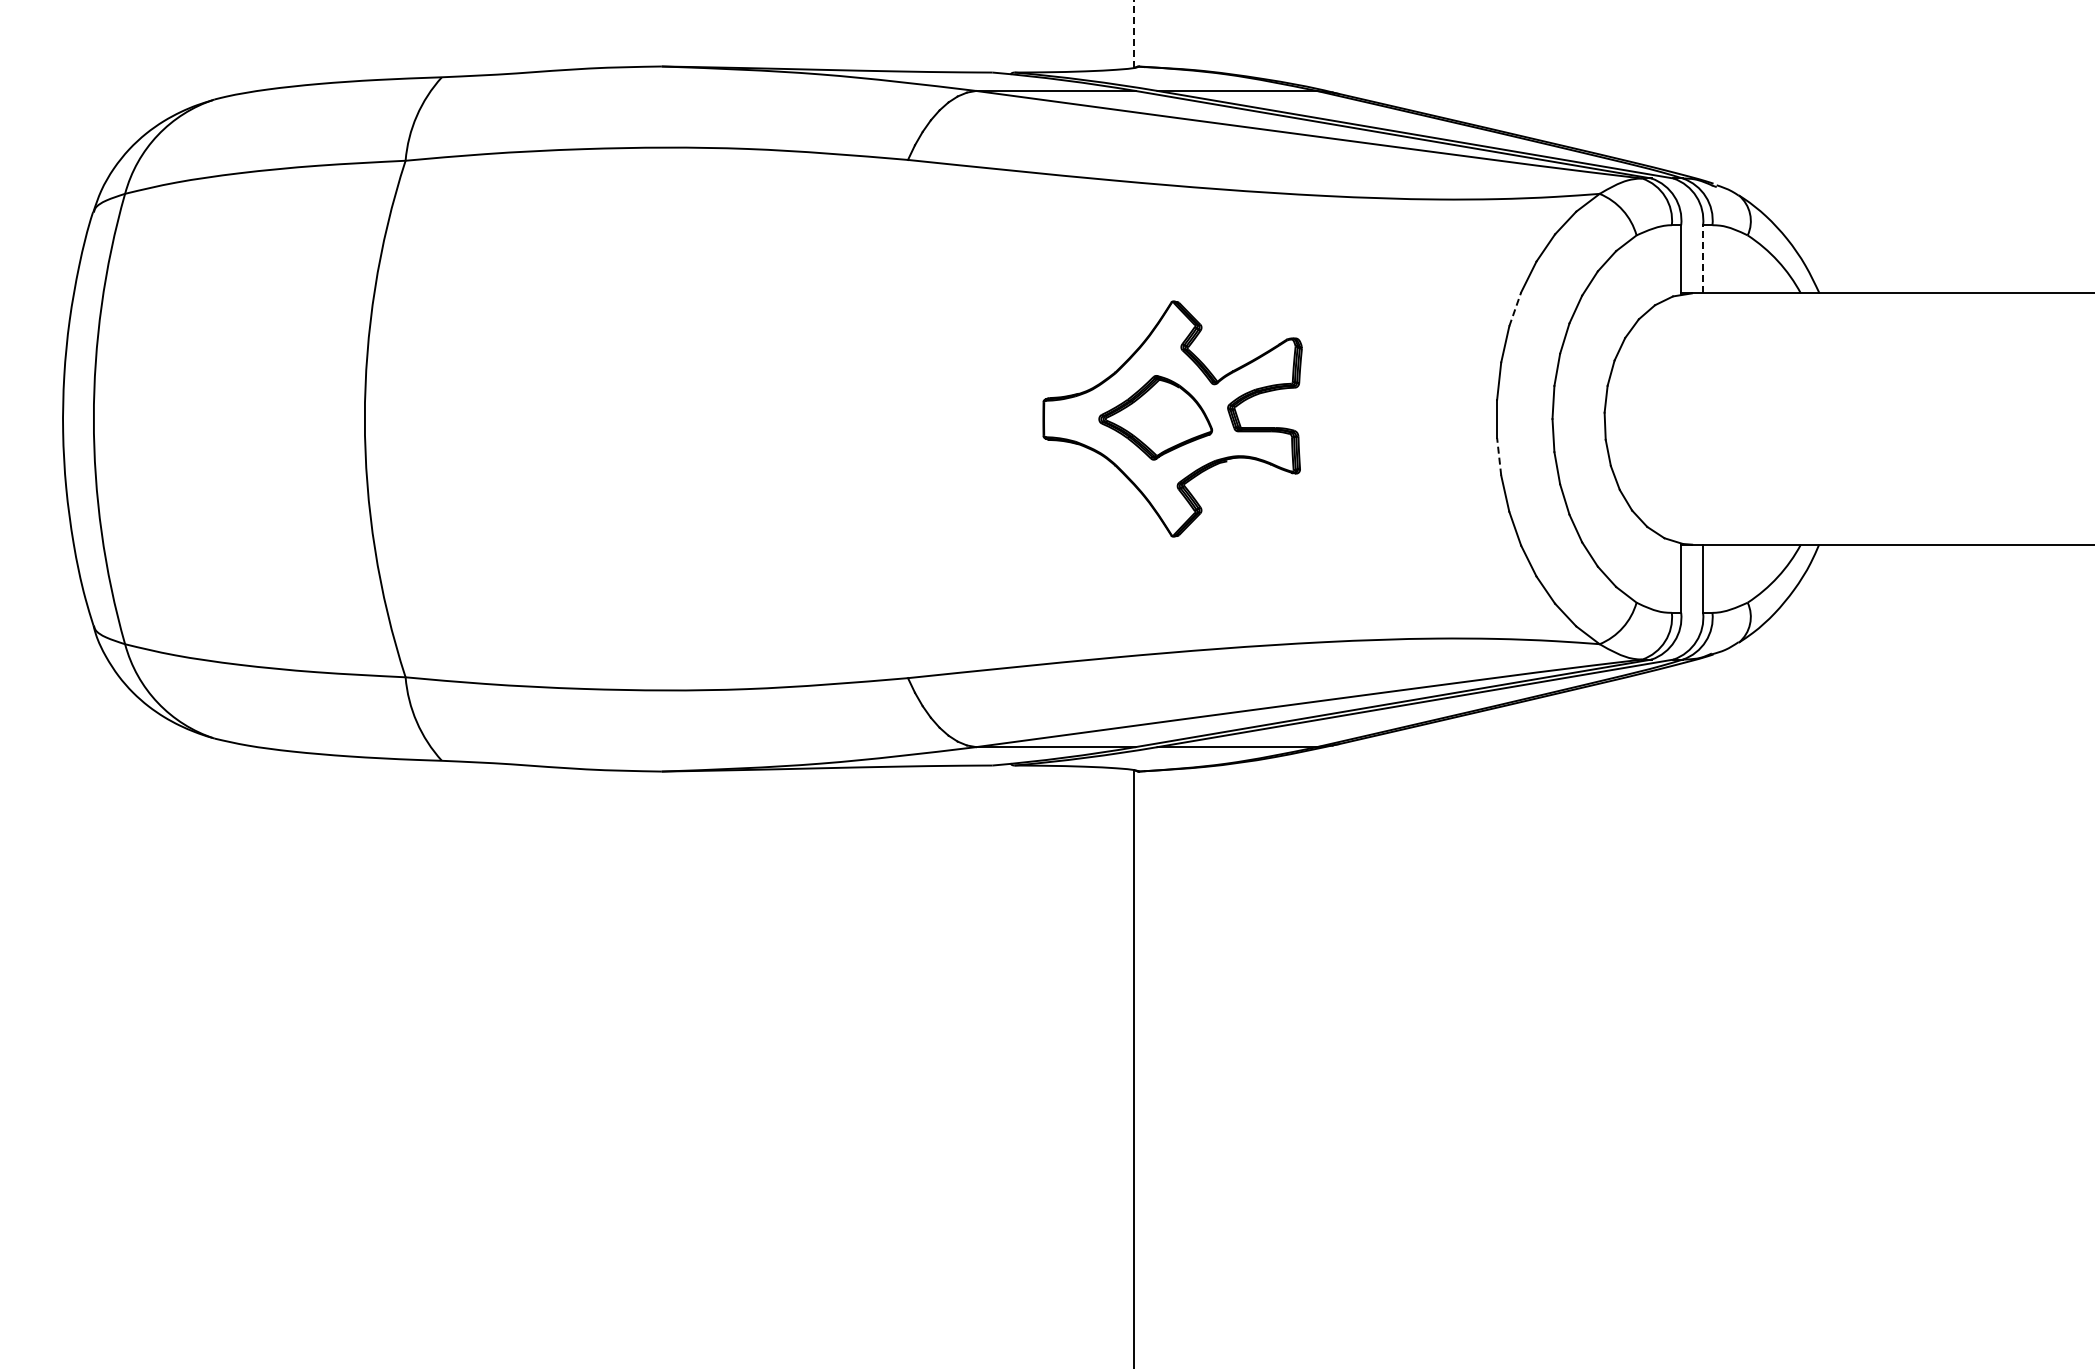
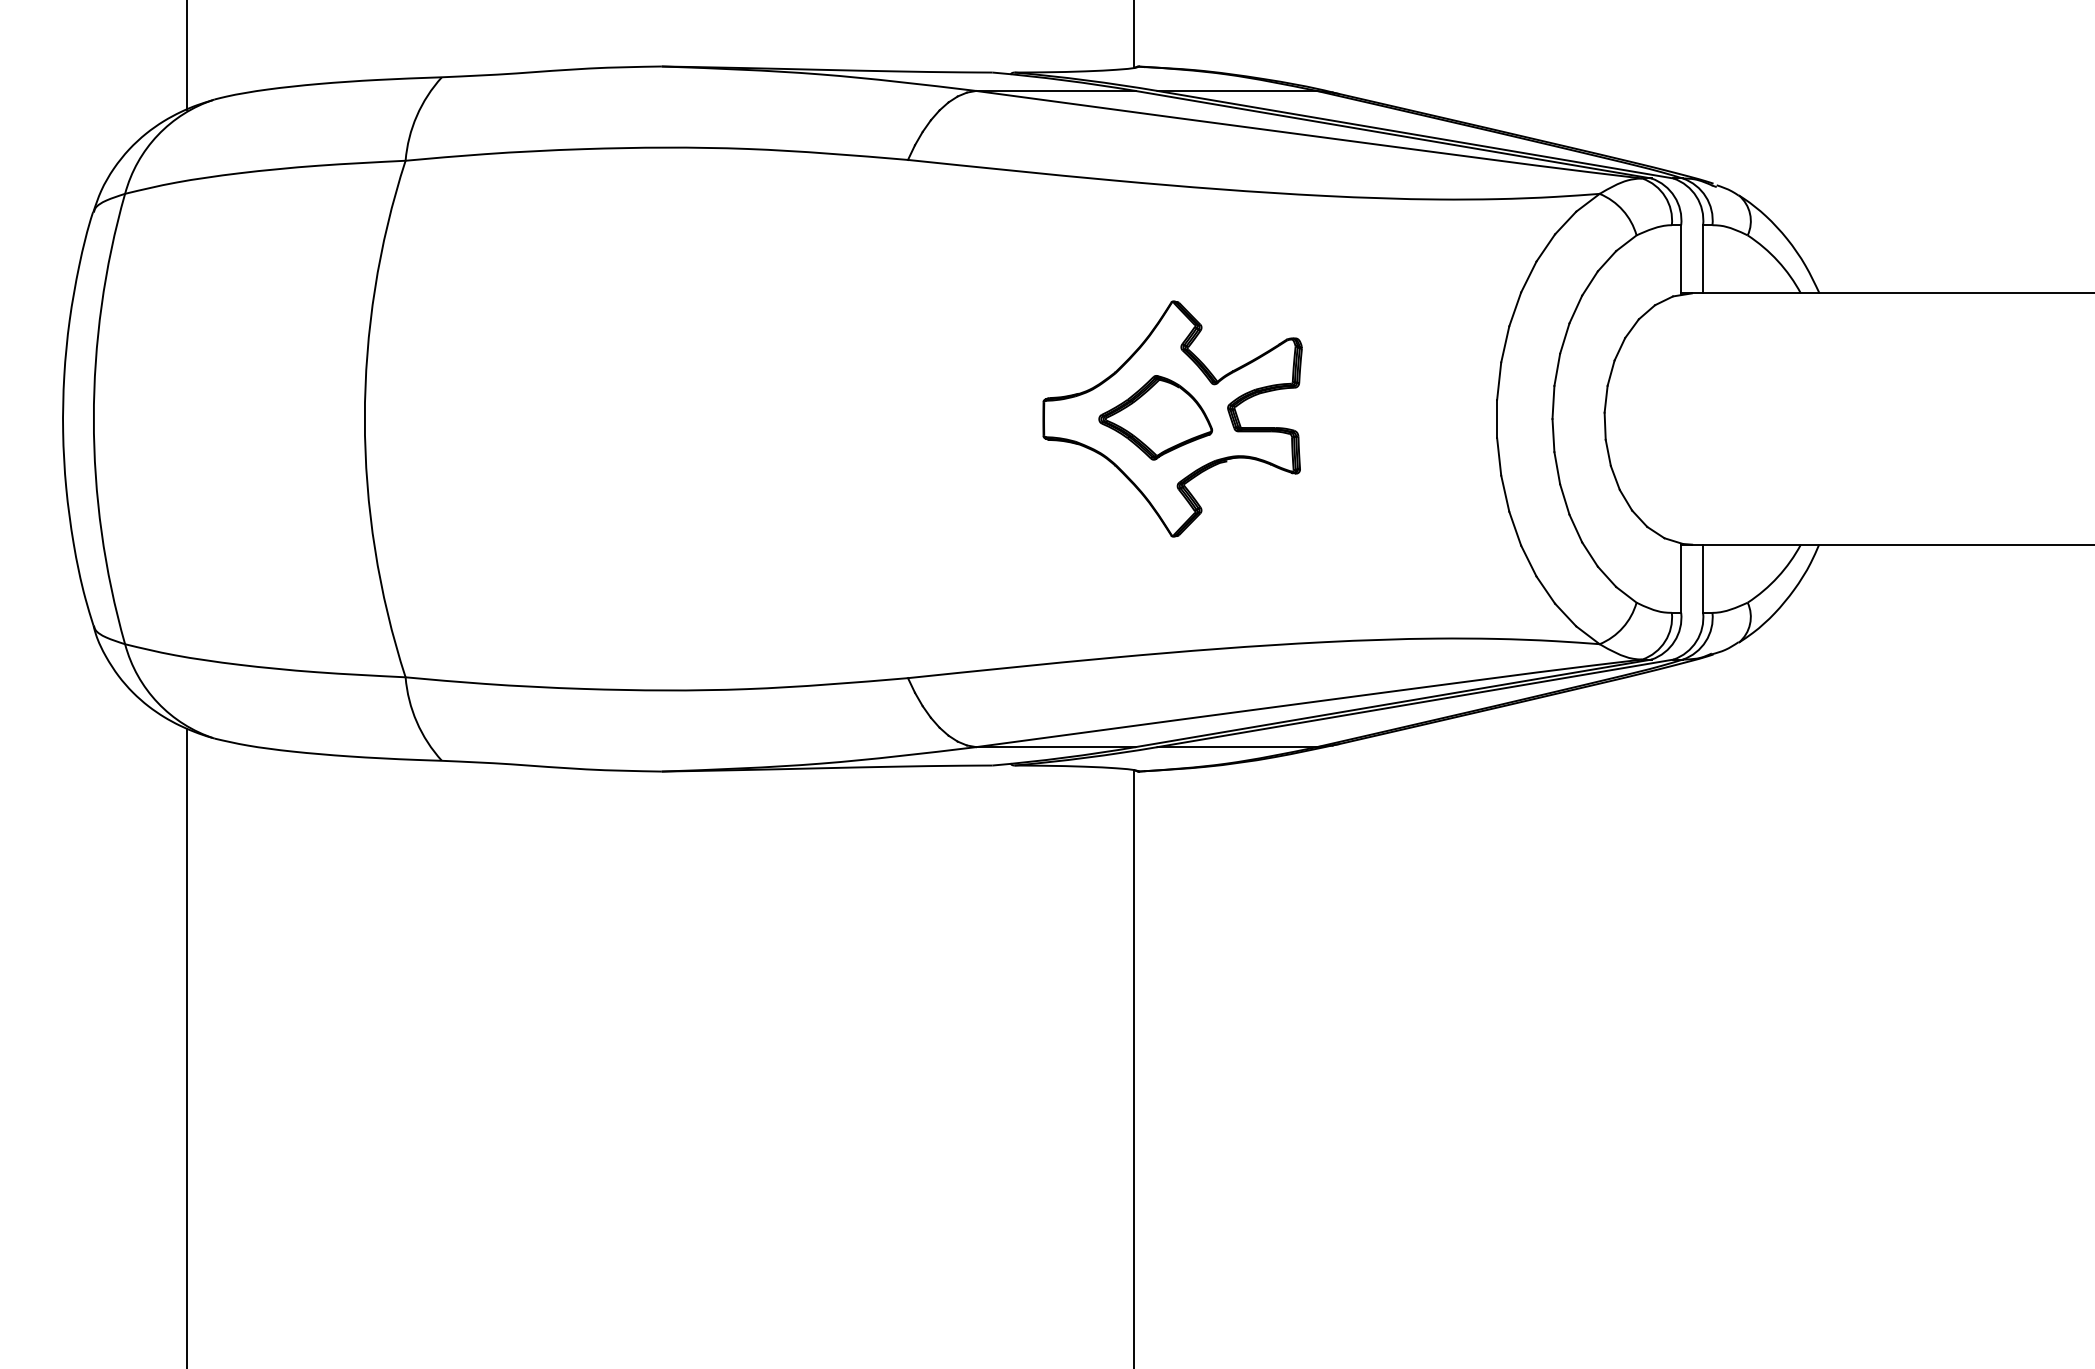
line at (1133, 33): dashed -> solid
line at (186, 55): none -> present
line at (1703, 258): dashed -> solid
line at (1515, 309): dashed -> solid
line at (1499, 456): dashed -> solid
line at (186, 1046): none -> present
